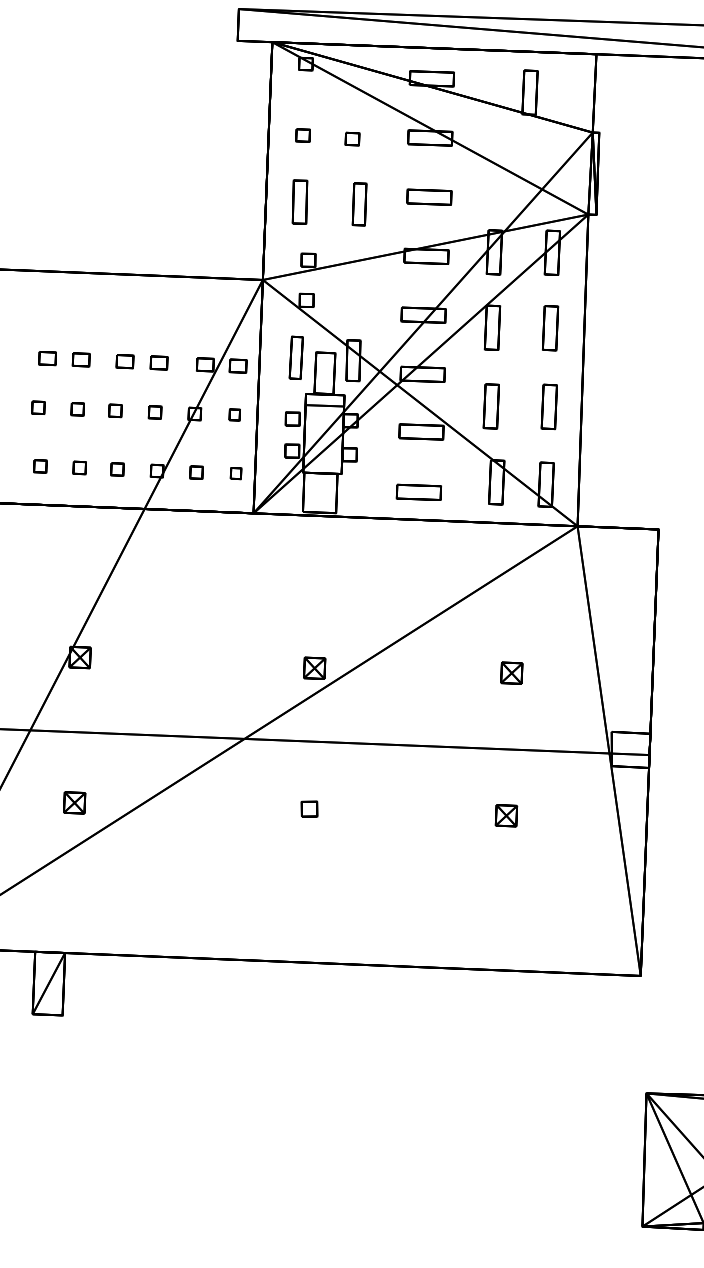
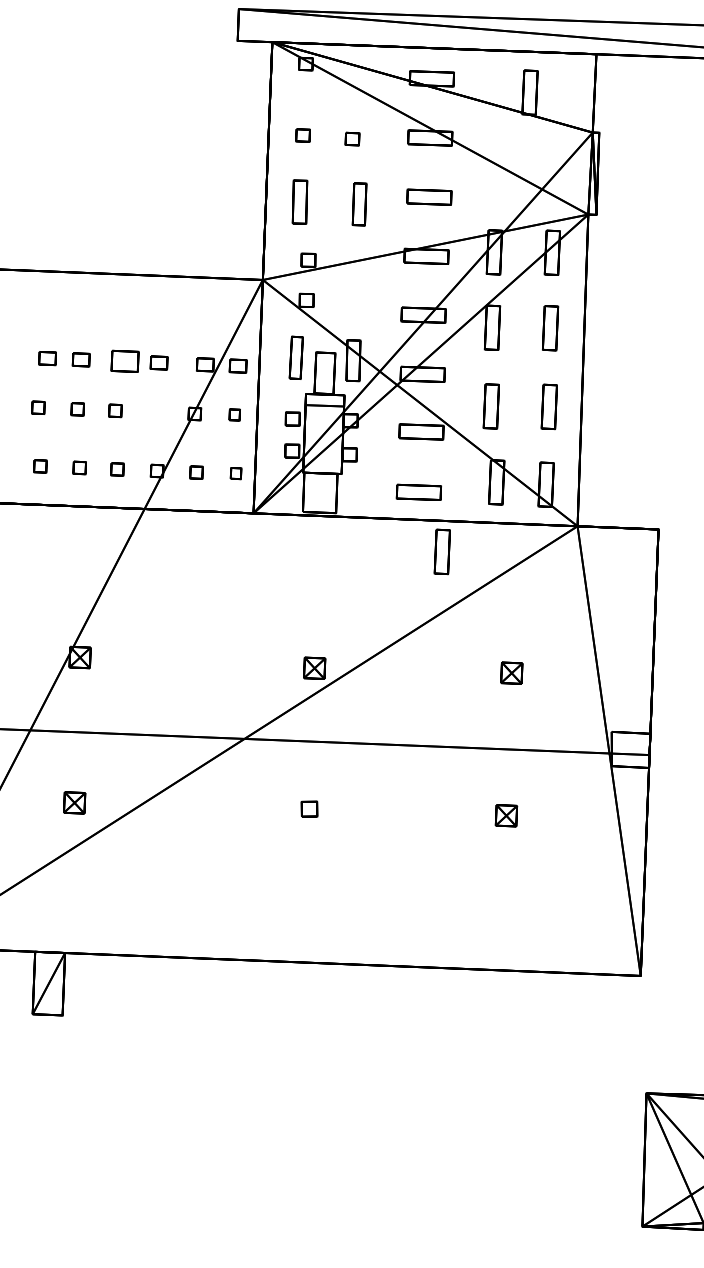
part at (124, 361) size: 20x16 px -> 30x24 px
part at (154, 412): present -> none
part at (441, 551): none -> present
